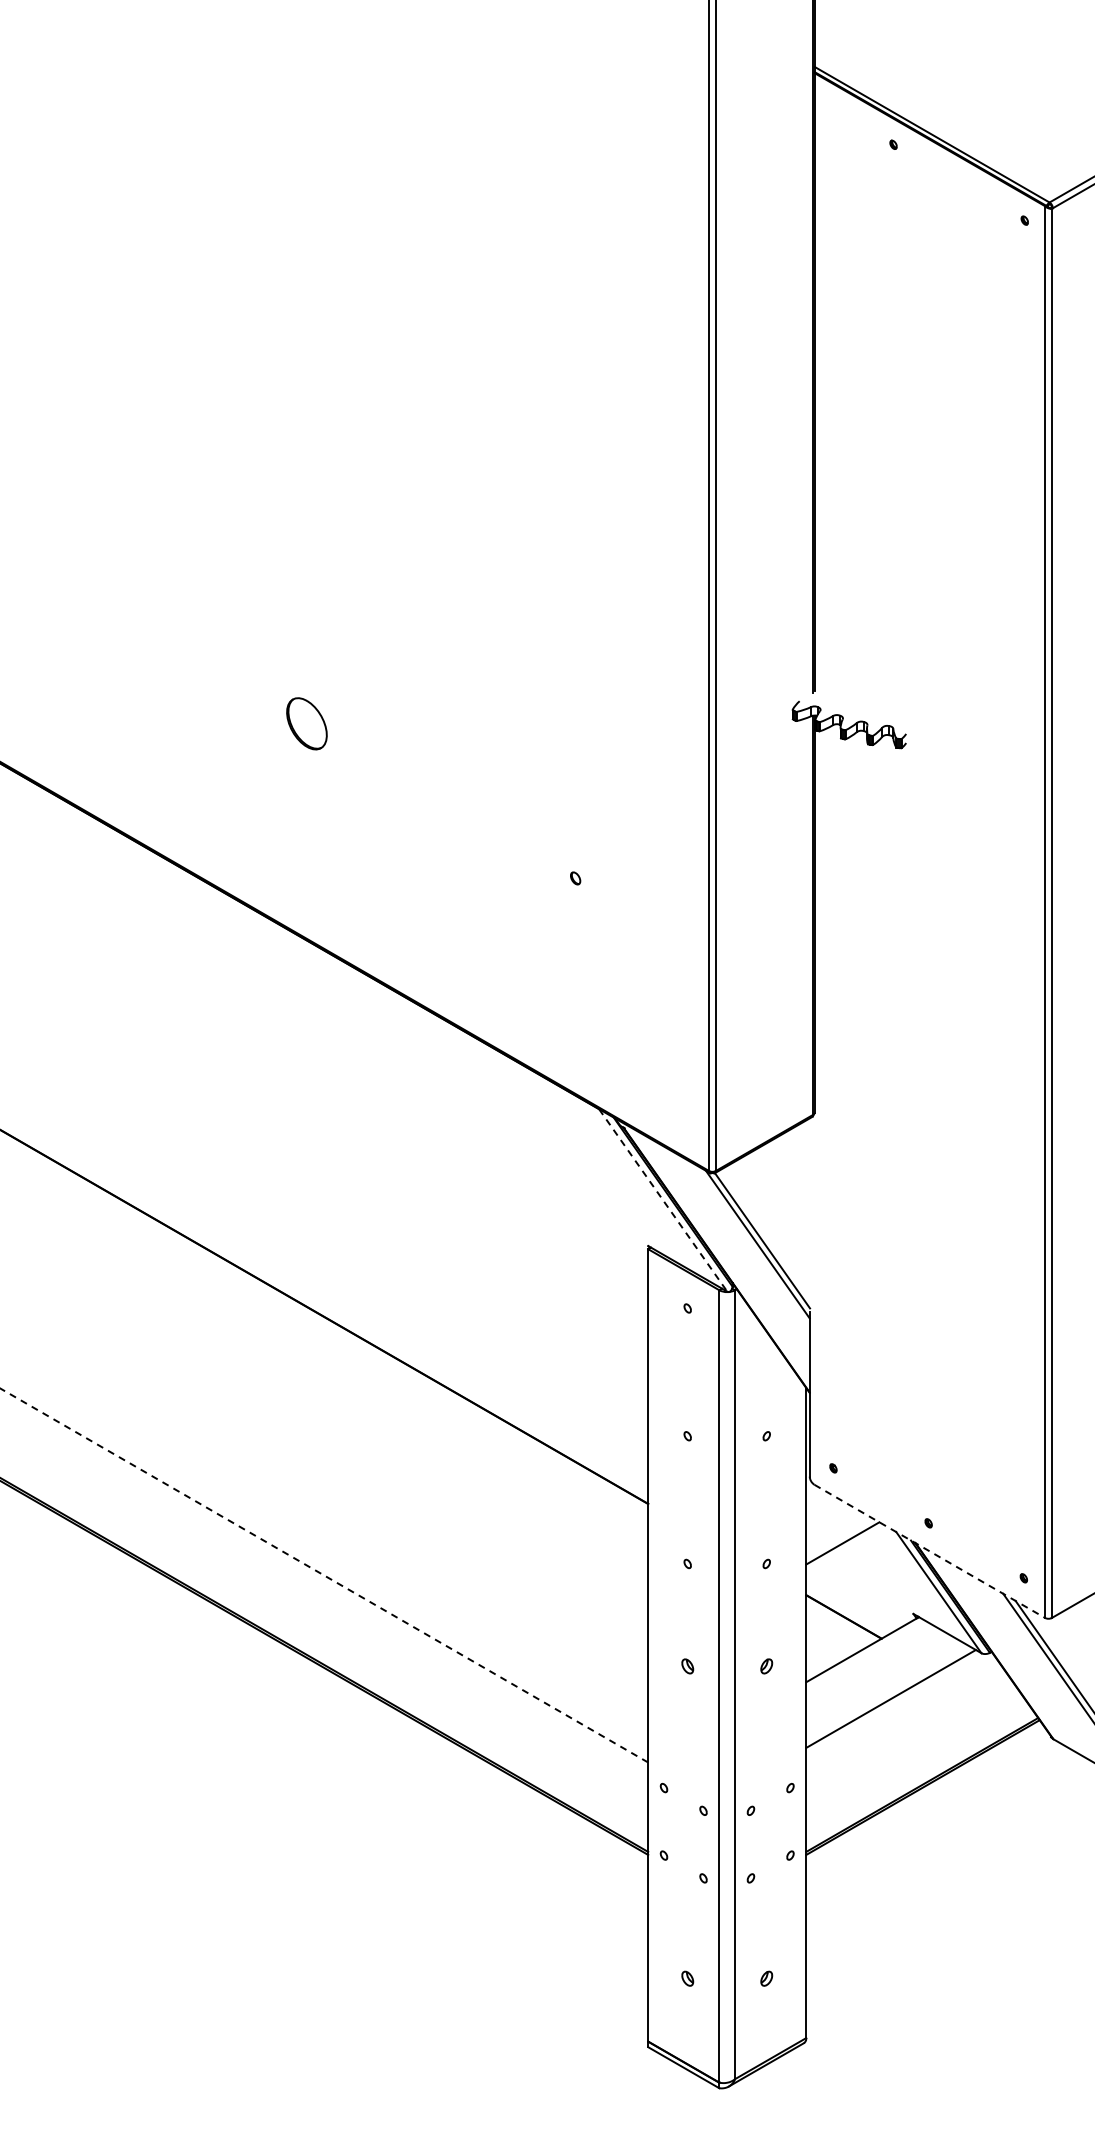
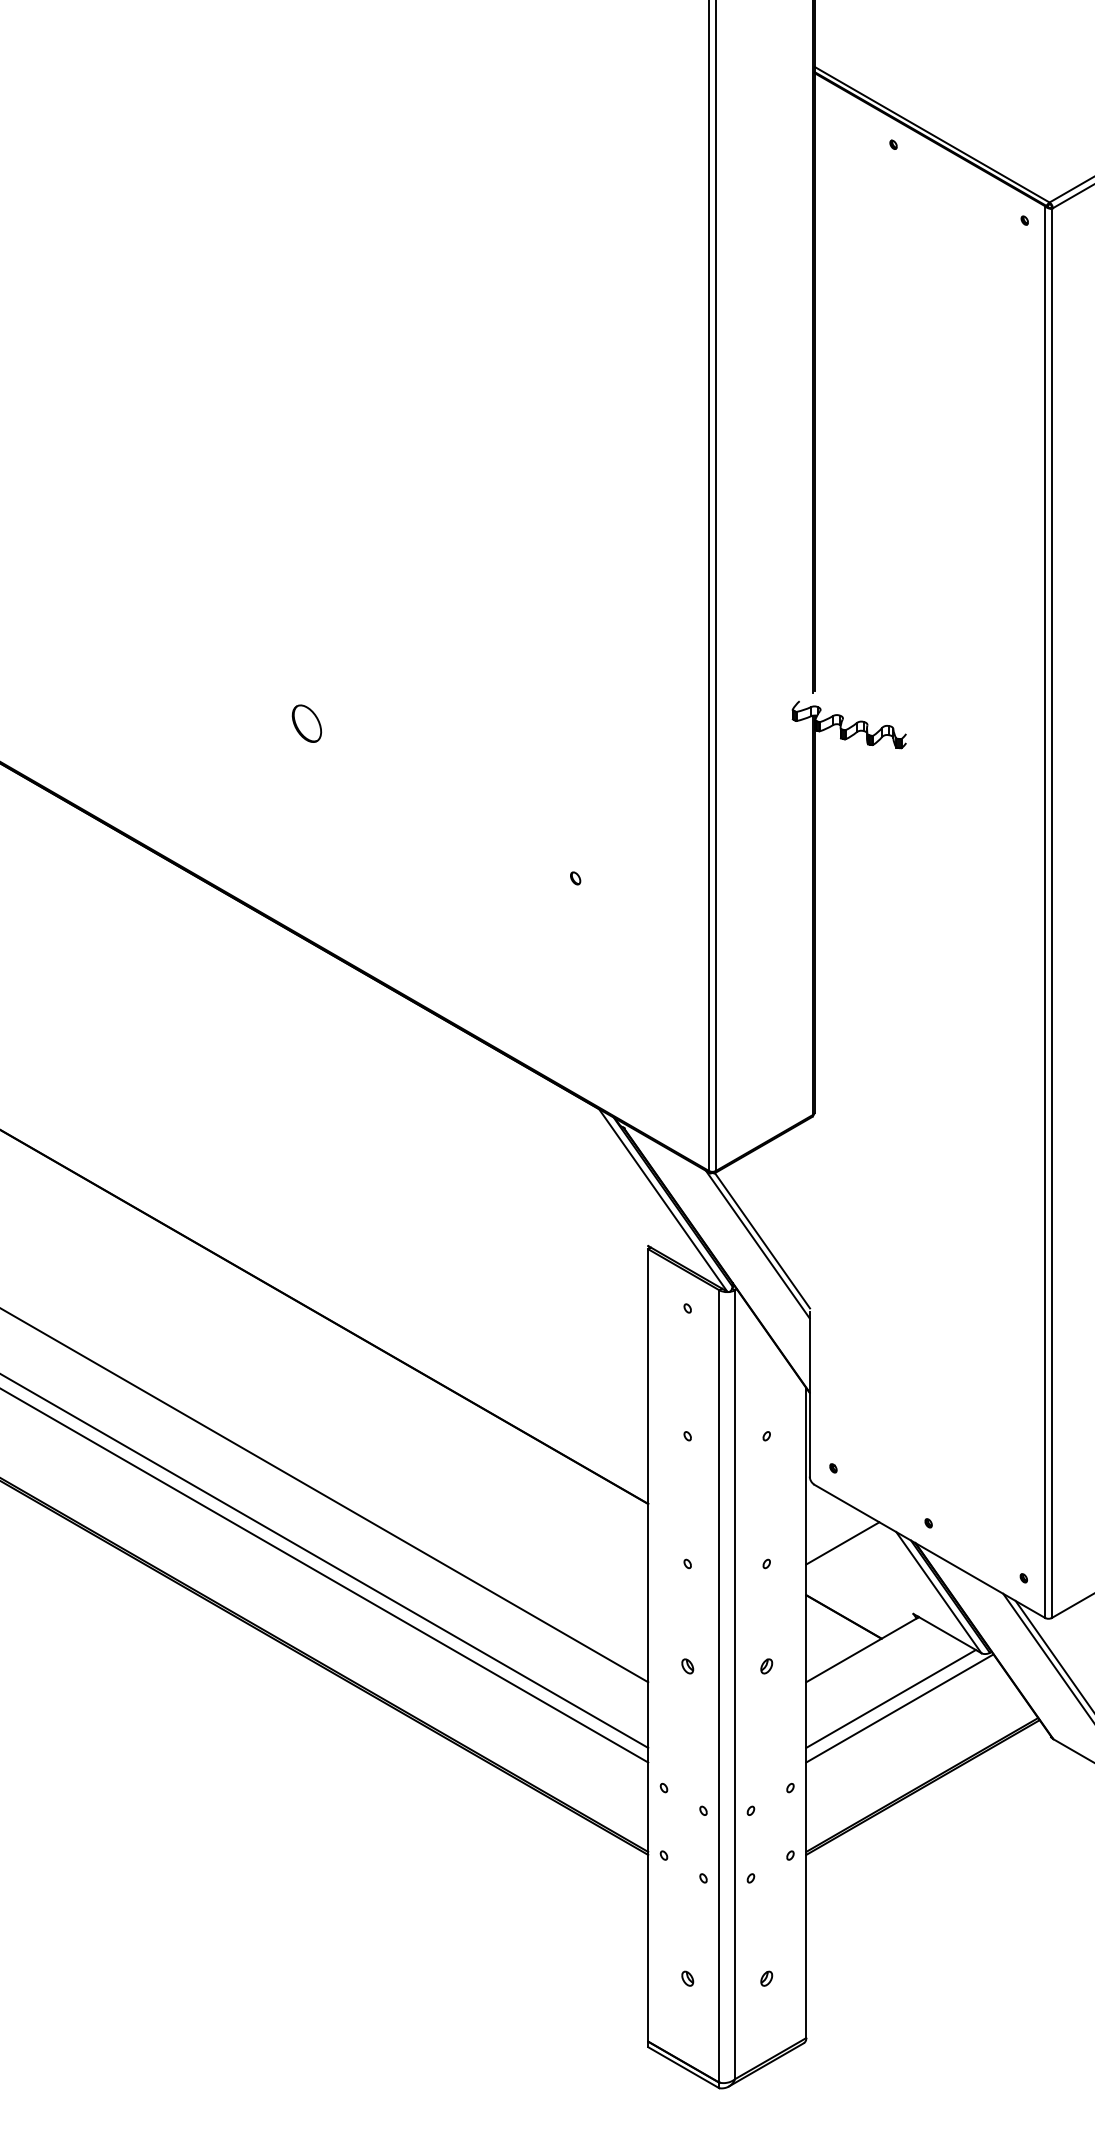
part at (306, 723) size: 42x54 px -> 32x39 px
line at (663, 1200): dashed -> solid
line at (325, 1495): none -> present
line at (930, 1551): dashed -> solid
line at (325, 1561): none -> present
line at (324, 1575): dashed -> solid
line at (899, 1708): none -> present
